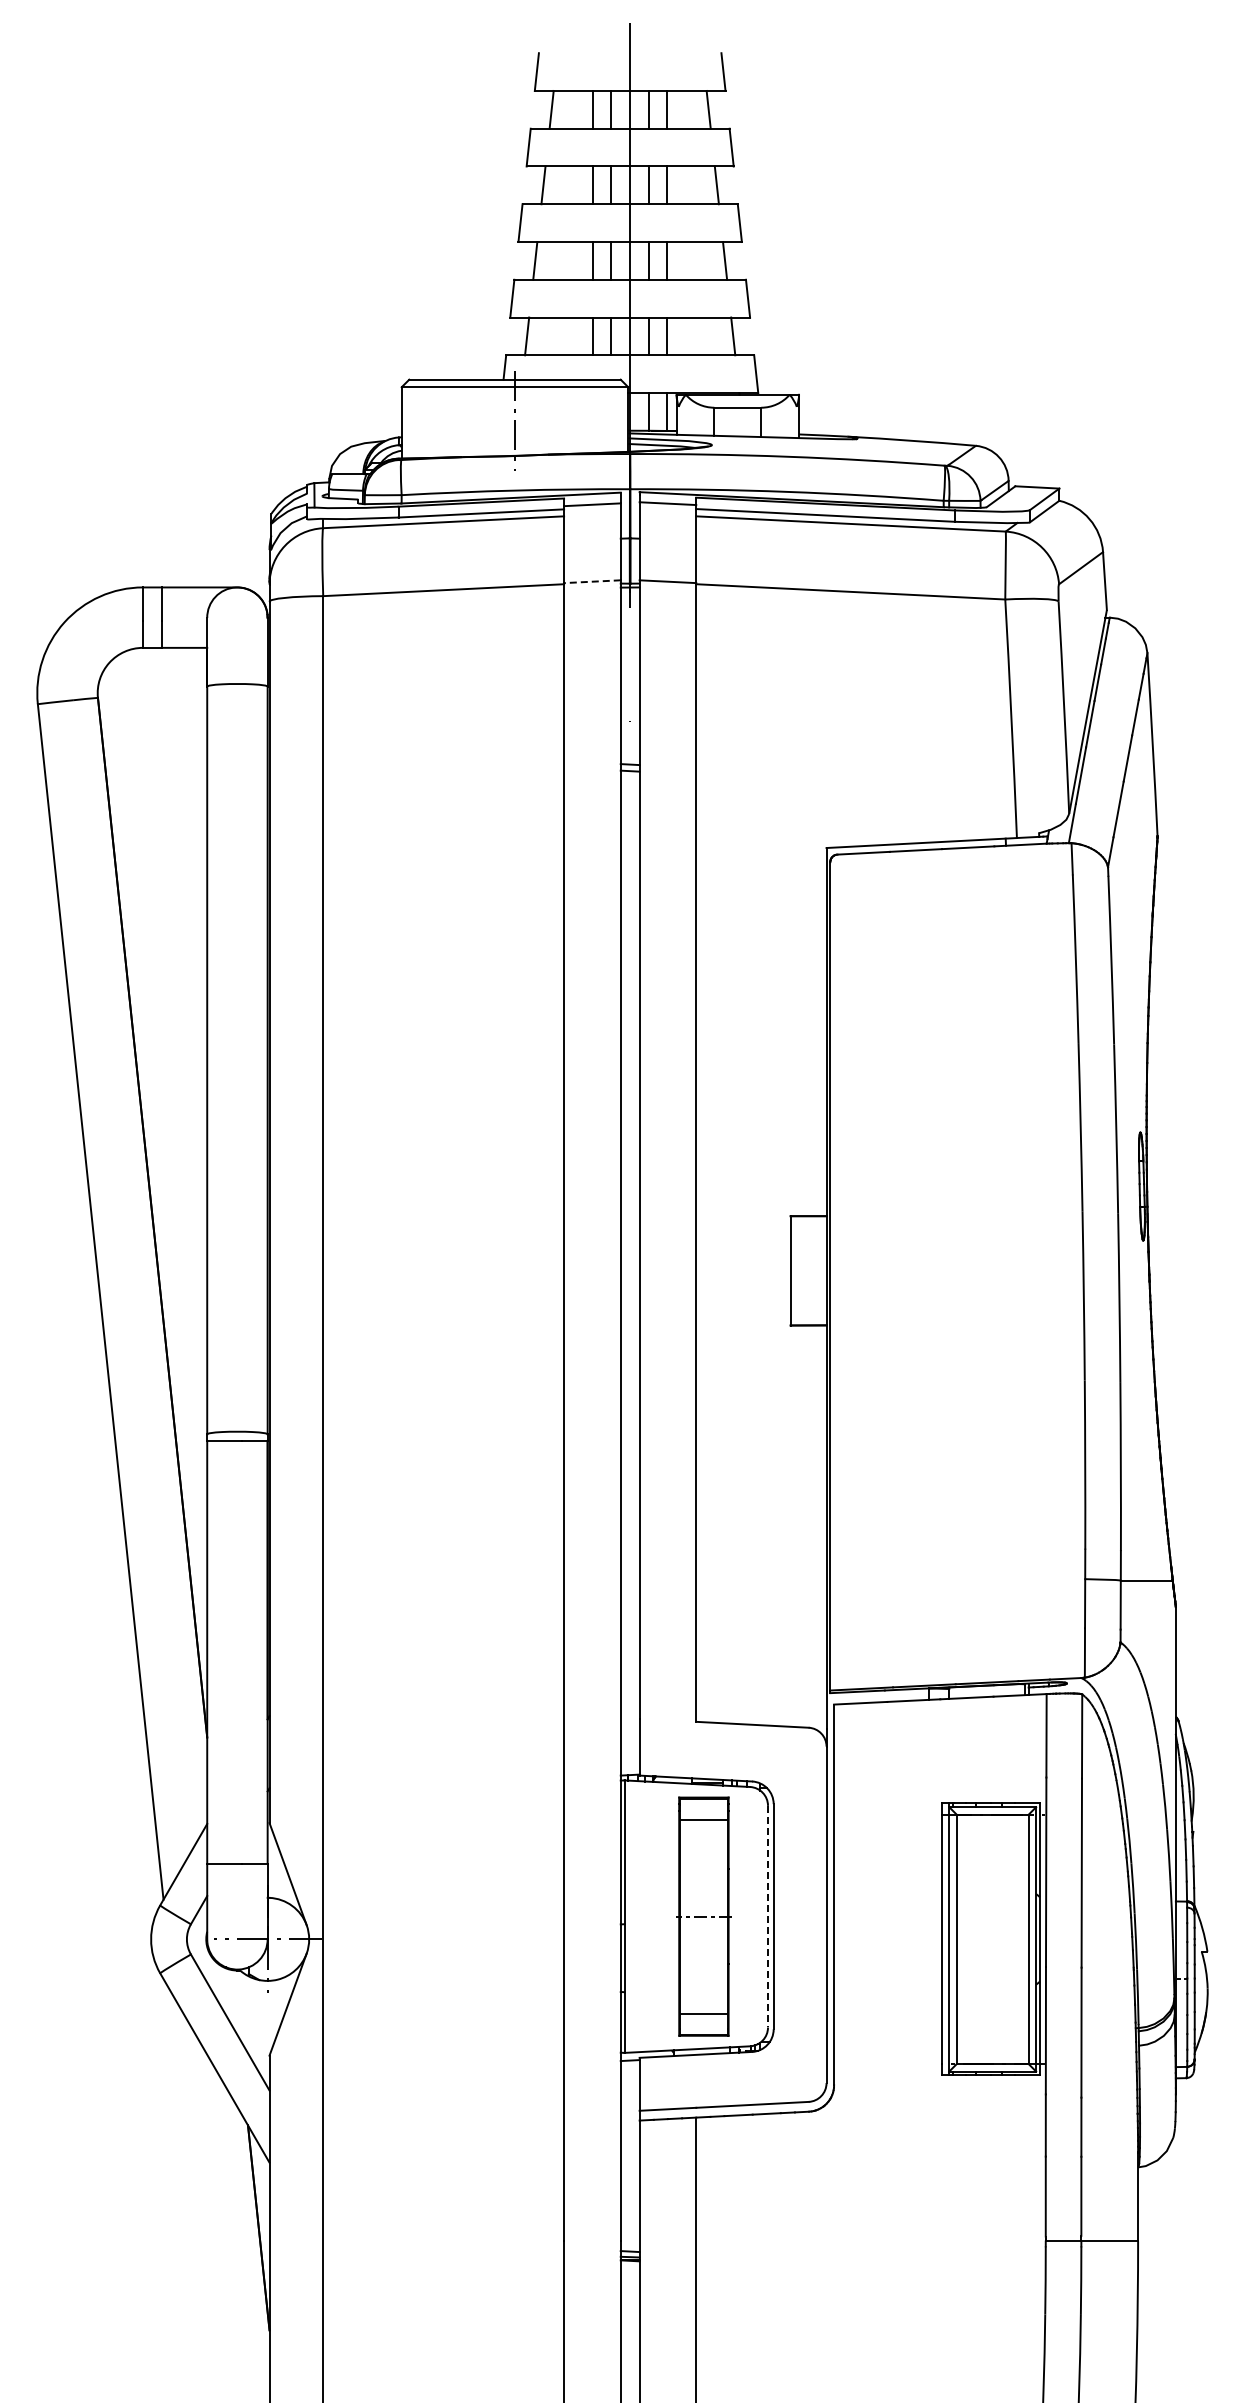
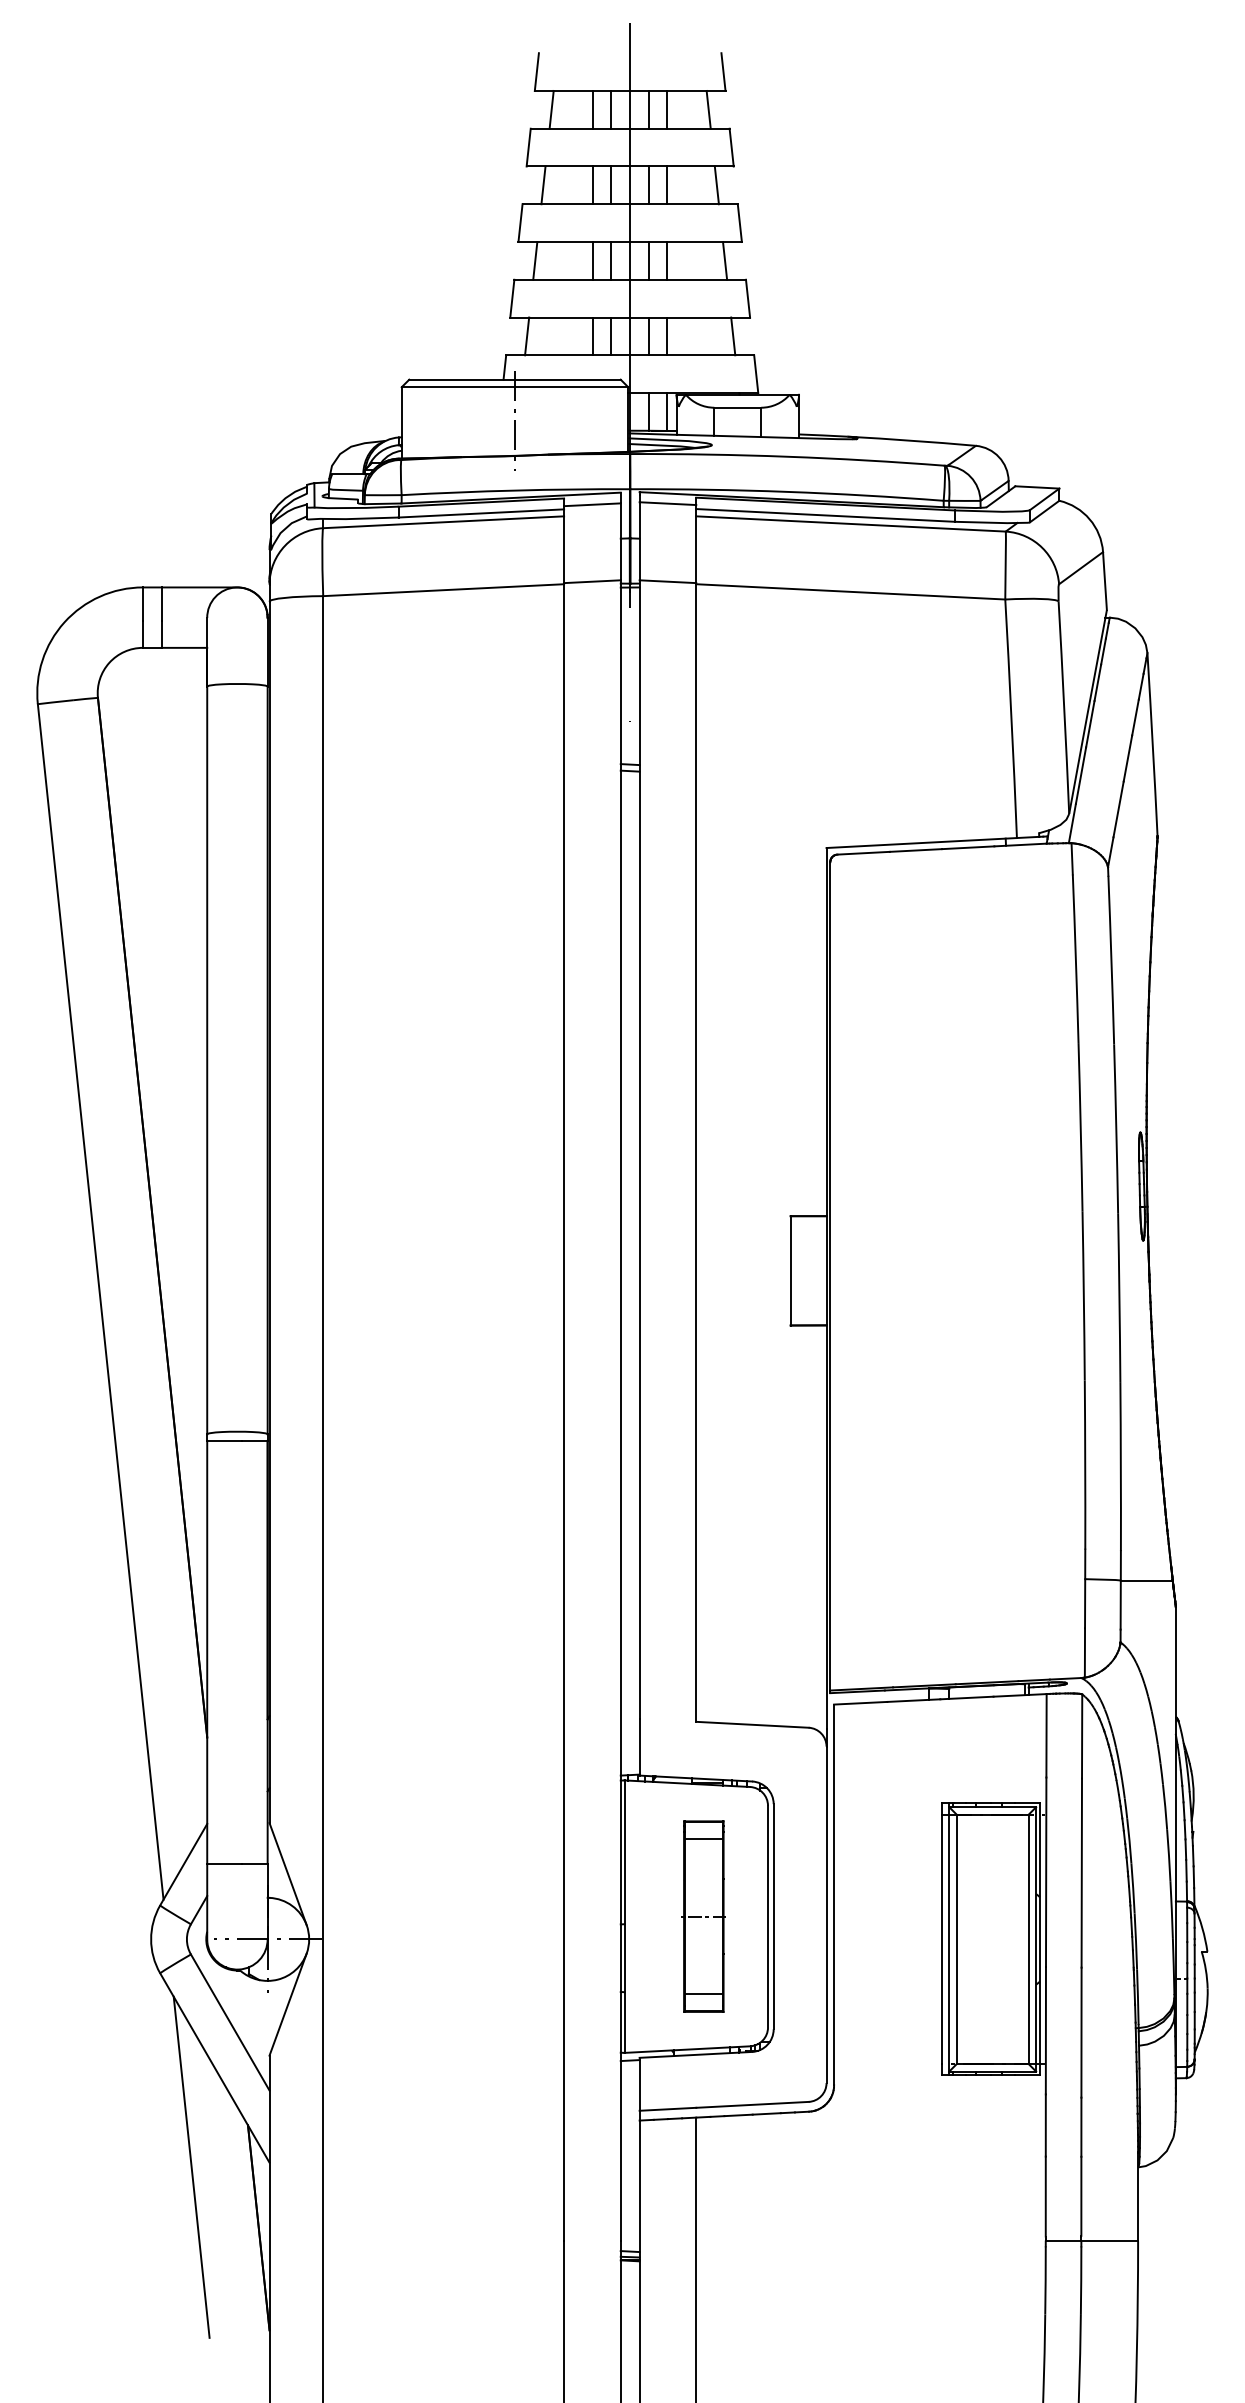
line at (591, 581): dashed -> solid
part at (703, 1916) size: 56x241 px -> 45x193 px
line at (768, 1916): dashed -> solid
line at (191, 2166): none -> present
